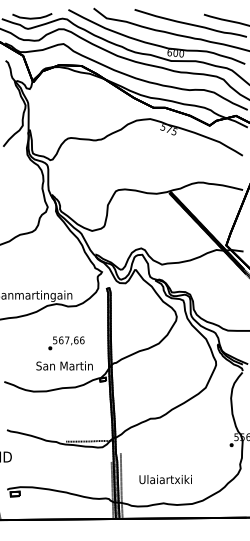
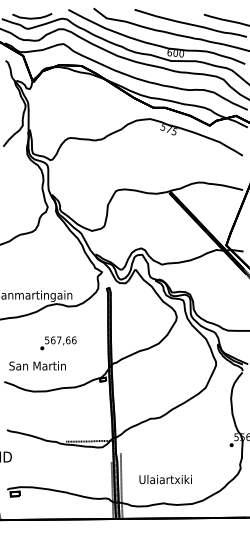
text at (66, 343) position: (66, 343) -> (58, 343)
text at (64, 365) position: (64, 365) -> (37, 365)
